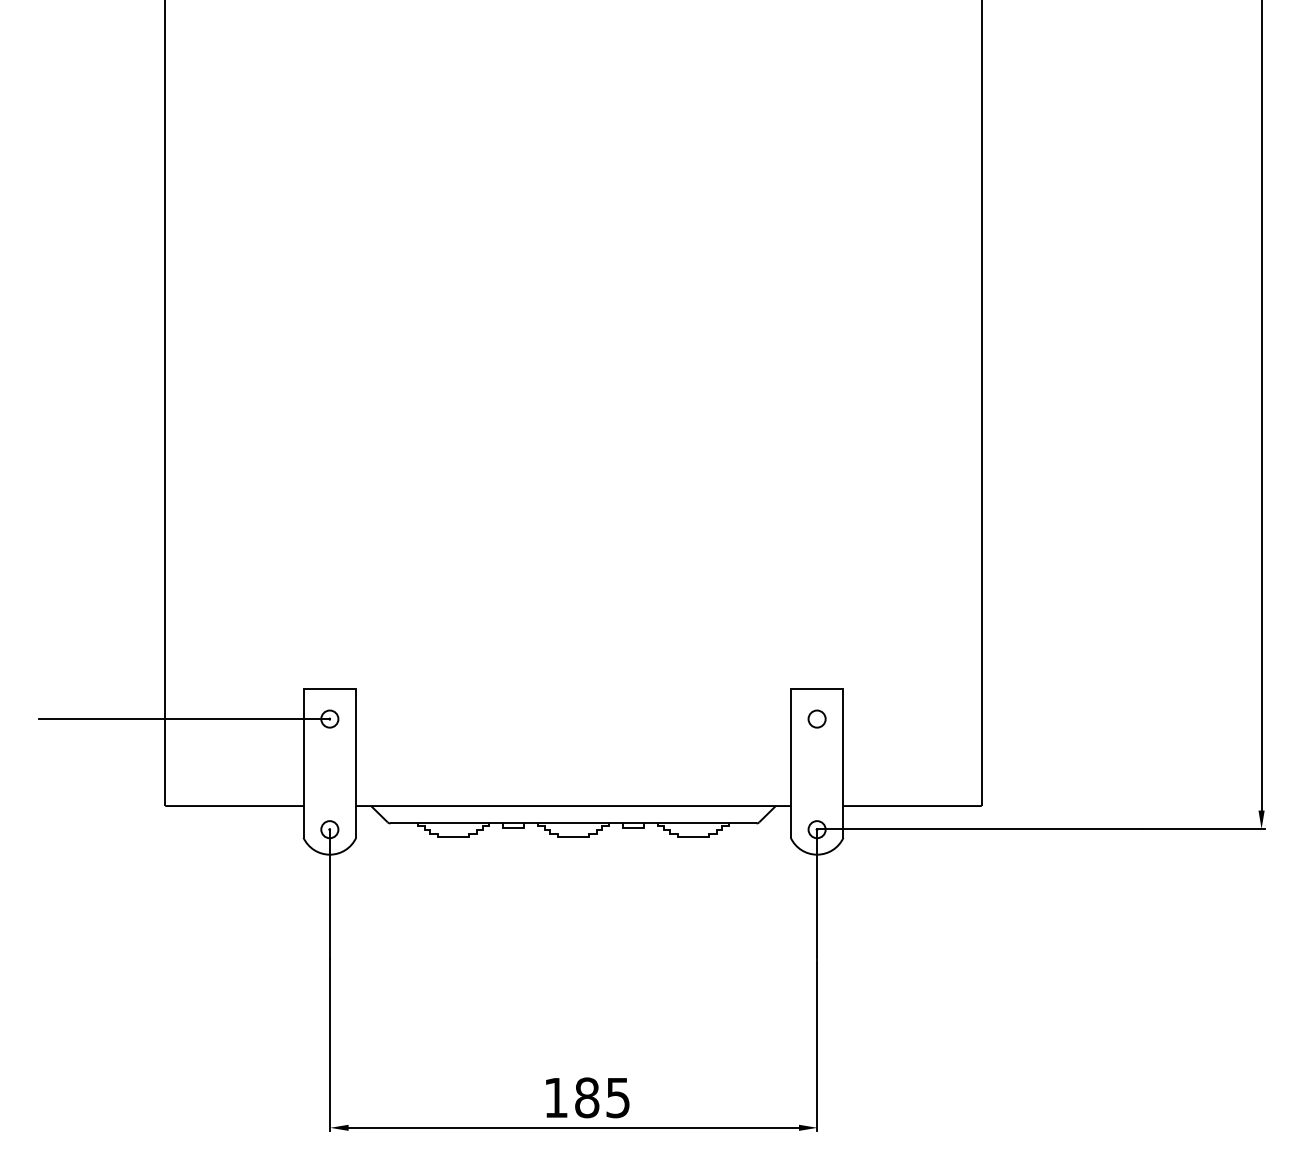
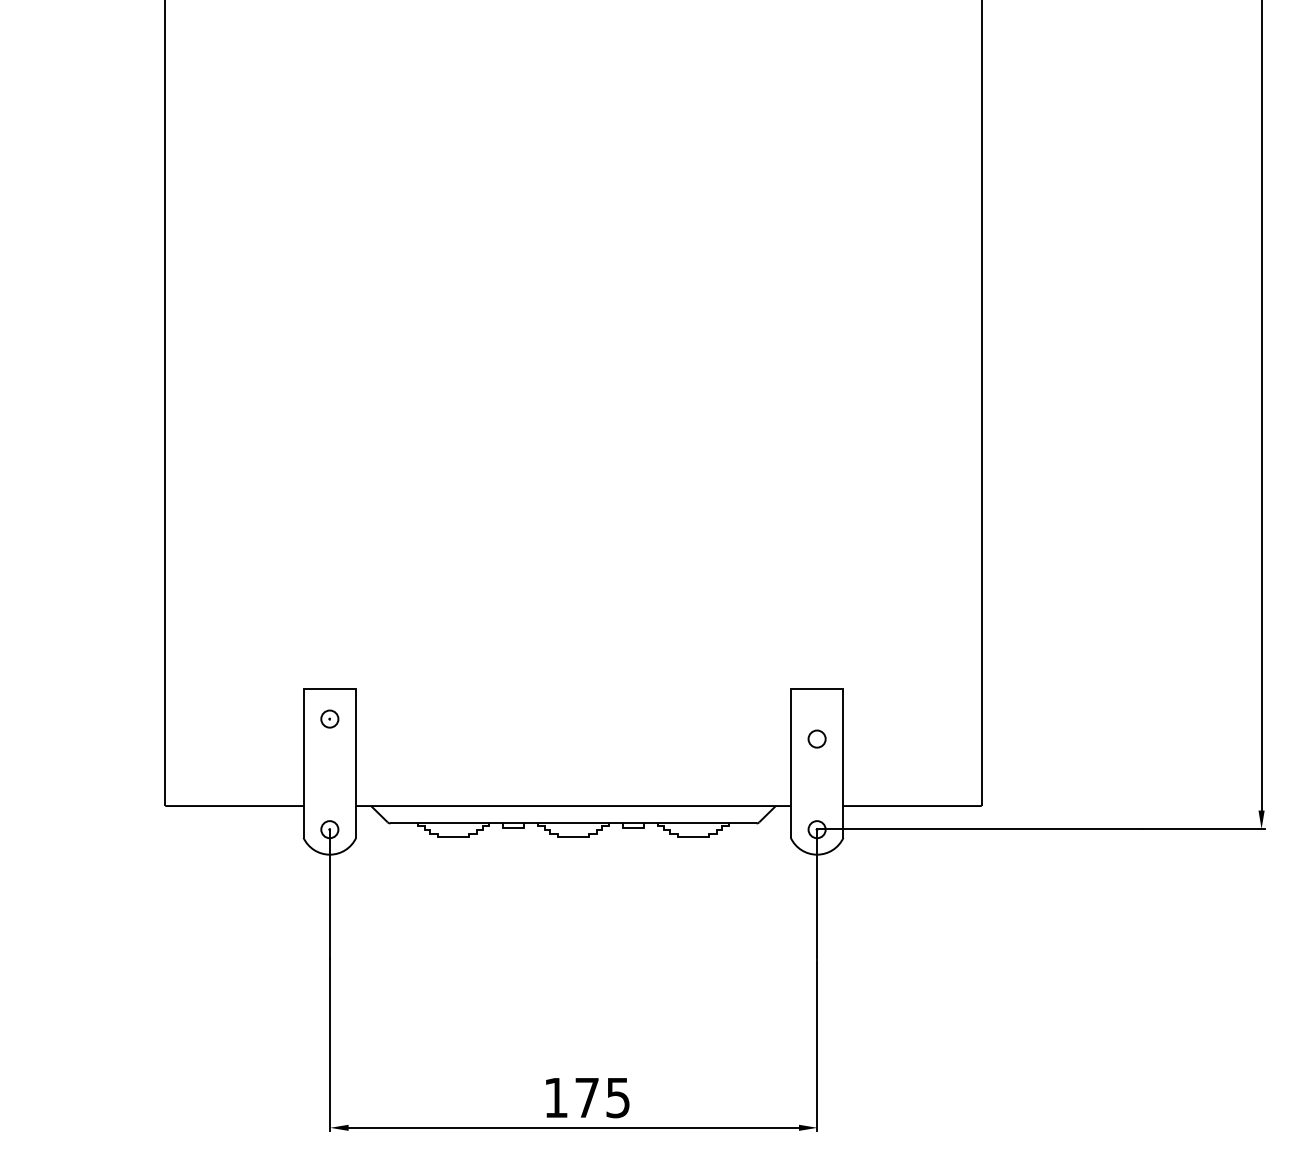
part at (816, 718) position: (816, 718) -> (816, 738)
line at (184, 719): present -> none
text at (587, 1097): 185 -> 175
